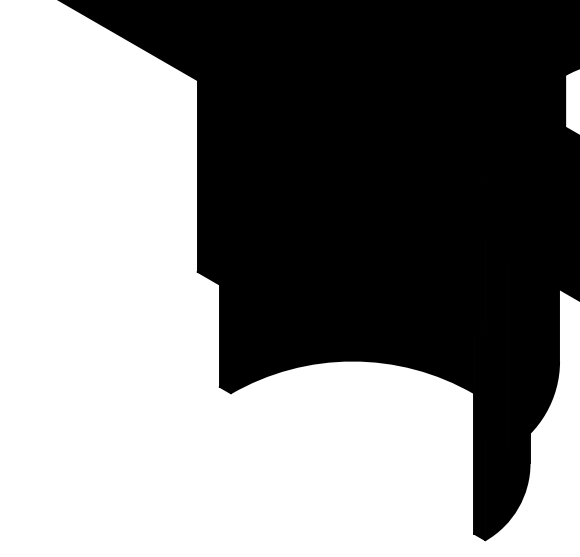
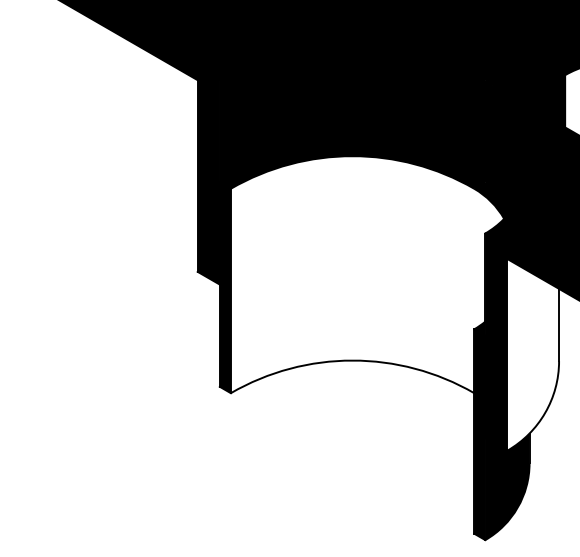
fill at (367, 274): present -> none
fill at (533, 354): present -> none
